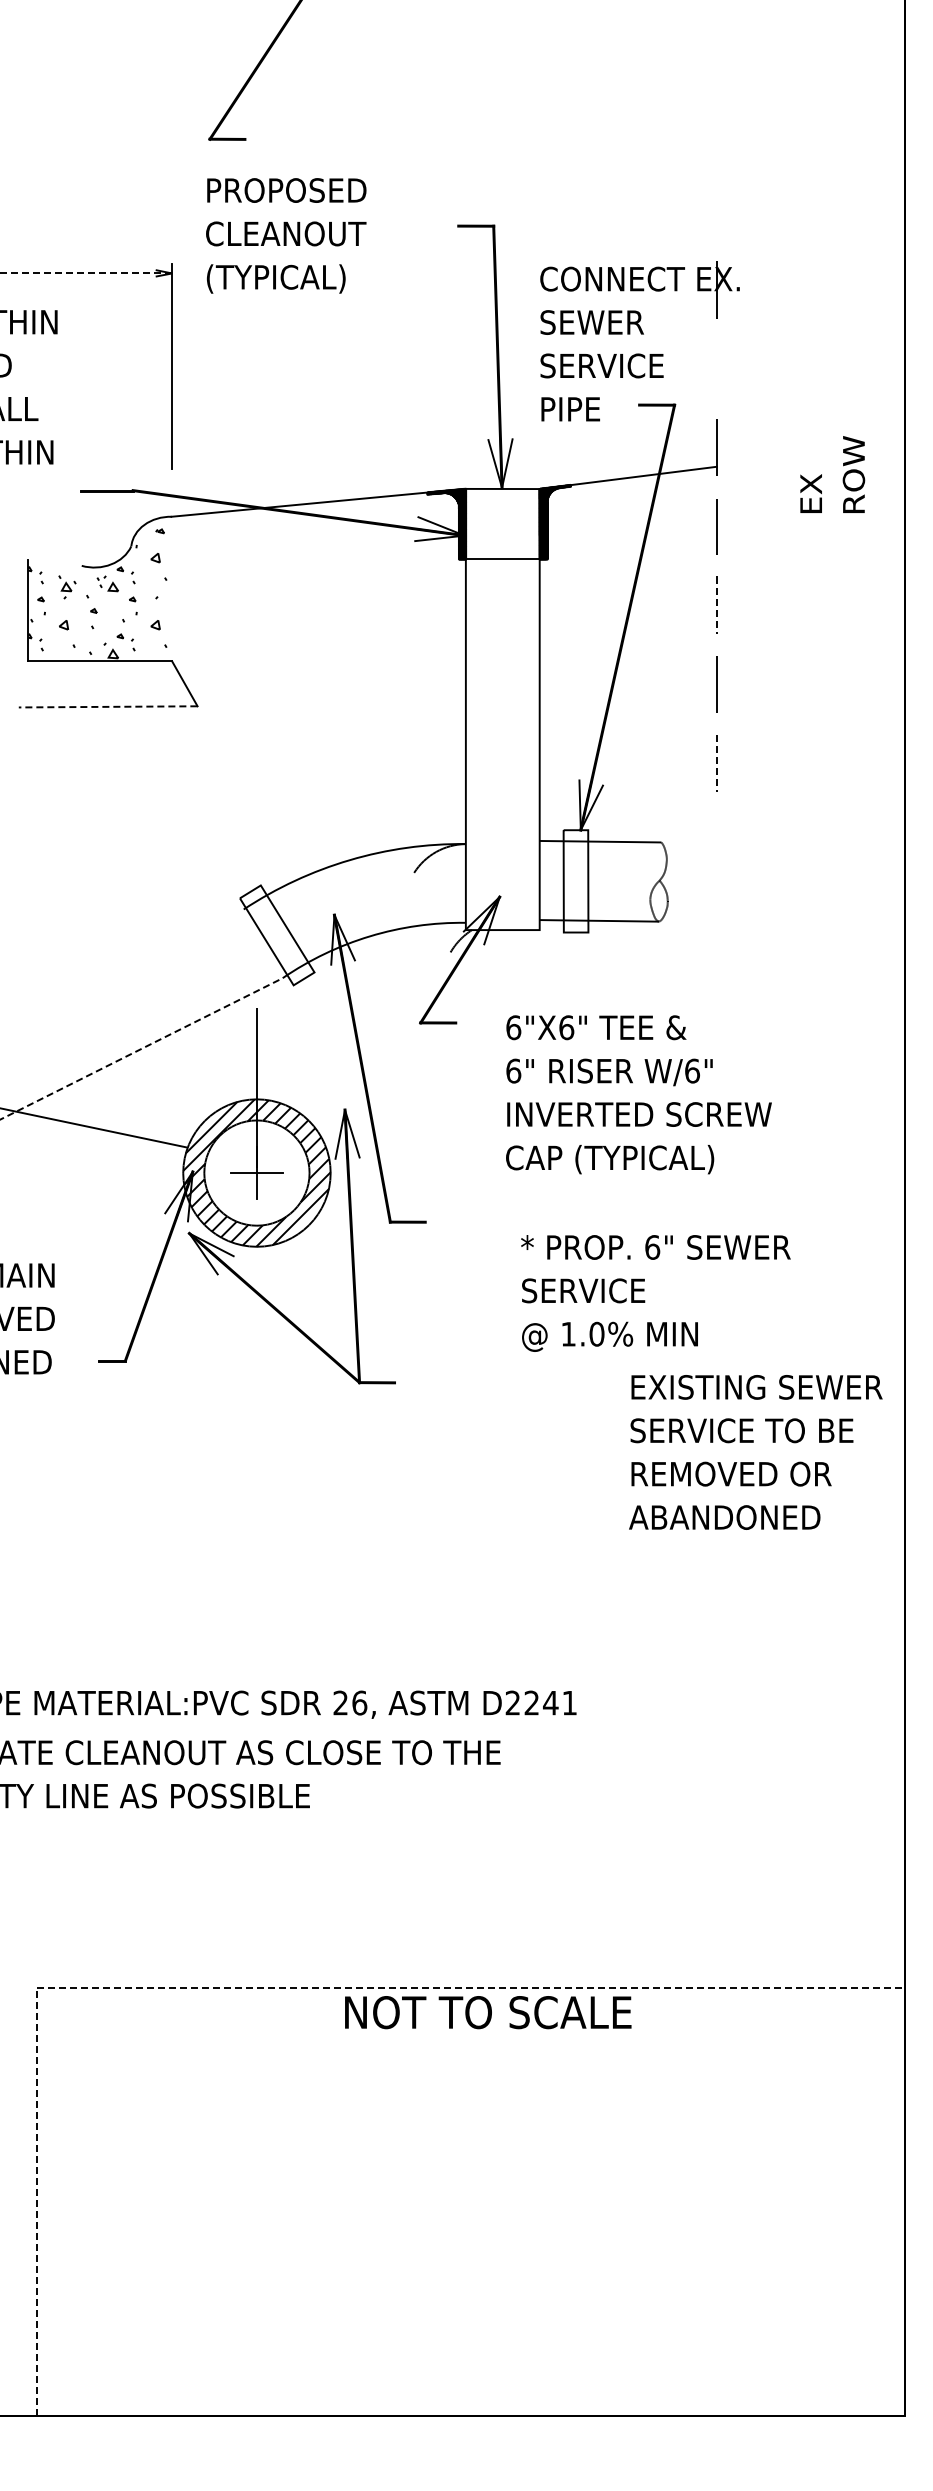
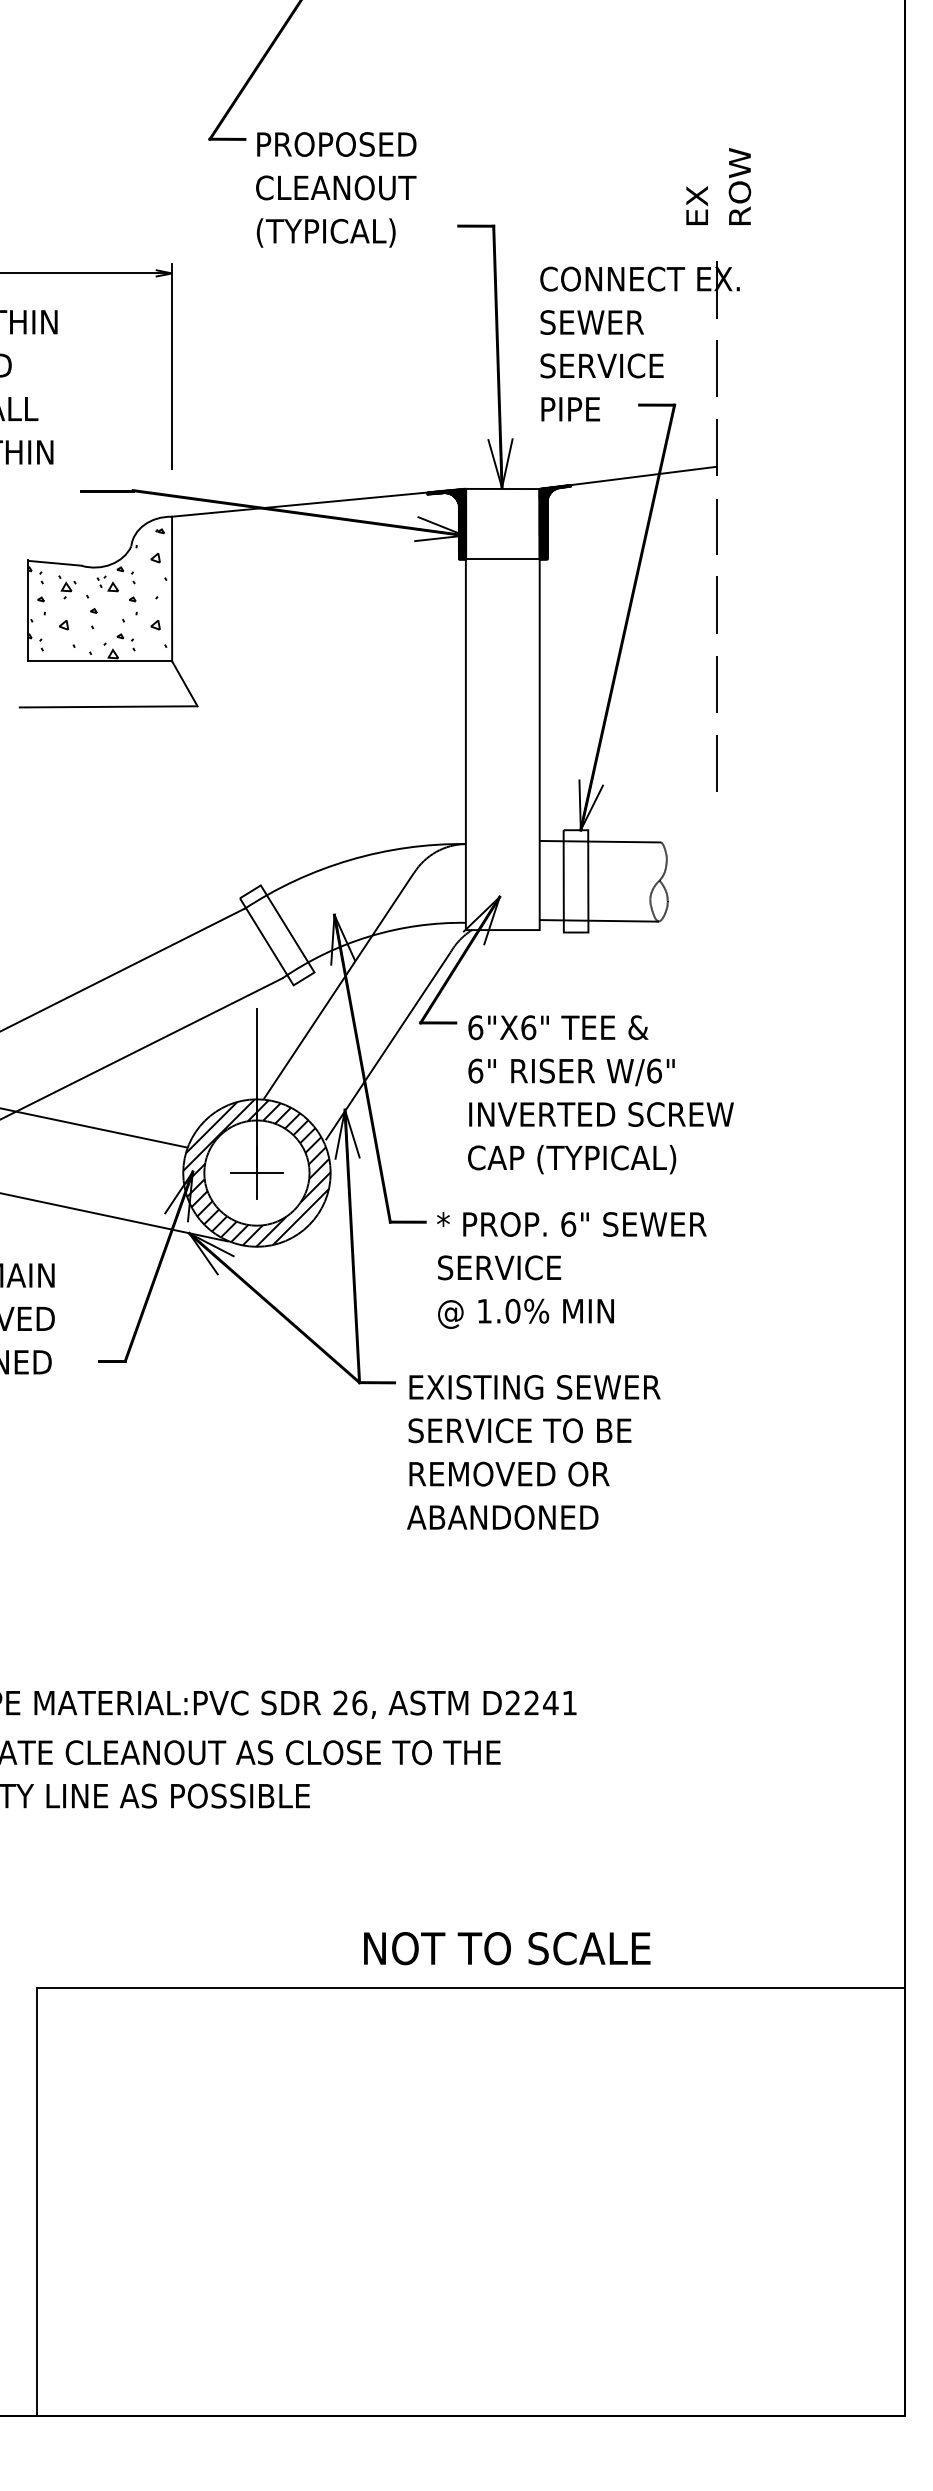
text at (286, 235) position: (286, 235) -> (336, 189)
line at (86, 273): dashed -> solid
line at (716, 368): none -> present
text at (832, 474) position: (832, 474) -> (718, 186)
line at (54, 562): none -> present
line at (172, 588): none -> present
line at (716, 606): dashed -> solid
line at (107, 706): dashed -> solid
line at (716, 763): dashed -> solid
line at (123, 969): none -> present
line at (338, 985): none -> present
line at (387, 1046): none -> present
line at (141, 1048): dashed -> solid
text at (638, 1094) position: (638, 1094) -> (600, 1094)
line at (115, 1217): none -> present
text at (655, 1293) position: (655, 1293) -> (571, 1270)
text at (755, 1452) position: (755, 1452) -> (533, 1452)
line at (256, 1987): dashed -> solid
text at (488, 2012) position: (488, 2012) -> (507, 1948)
